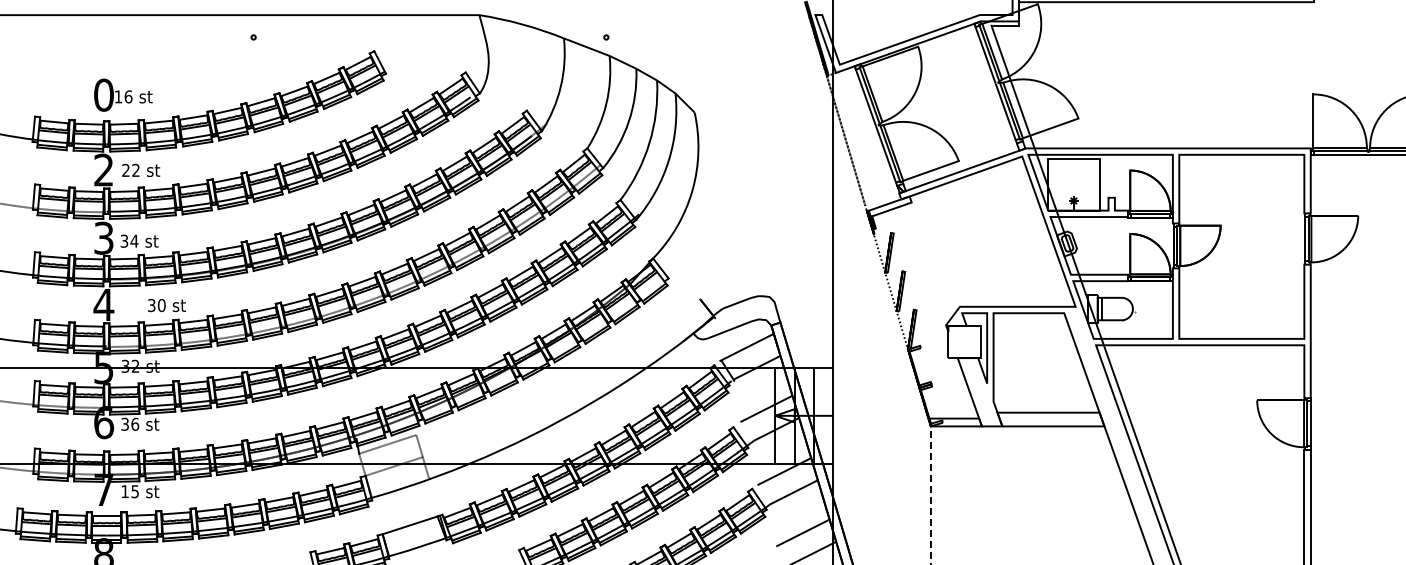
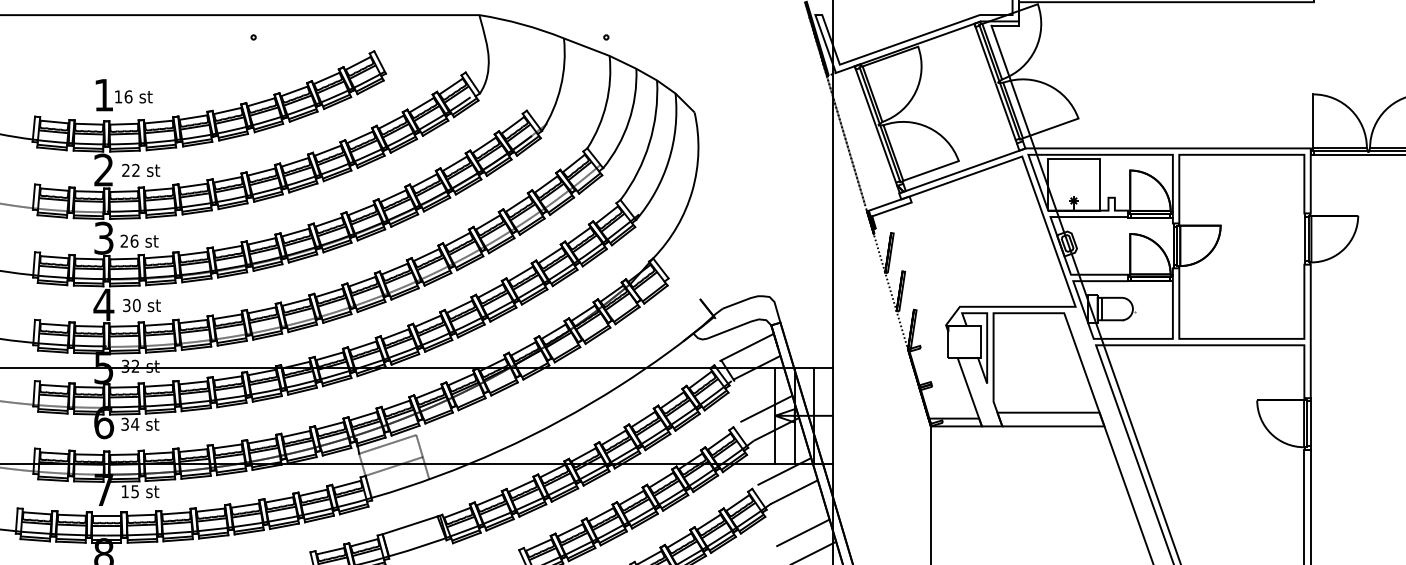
text at (103, 94): 0 -> 1
text at (129, 240): 34 -> 26
text at (166, 305) position: (166, 305) -> (141, 305)
text at (135, 423): 36 -> 34
line at (930, 495): dashed -> solid
